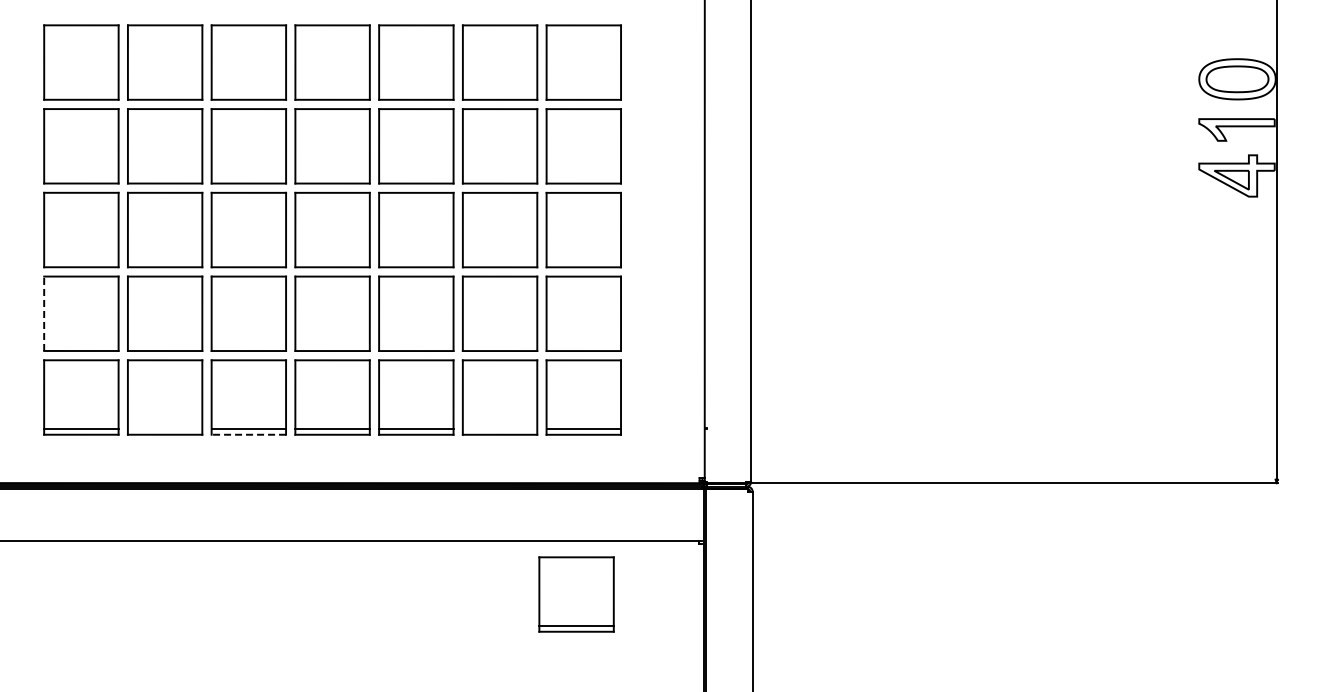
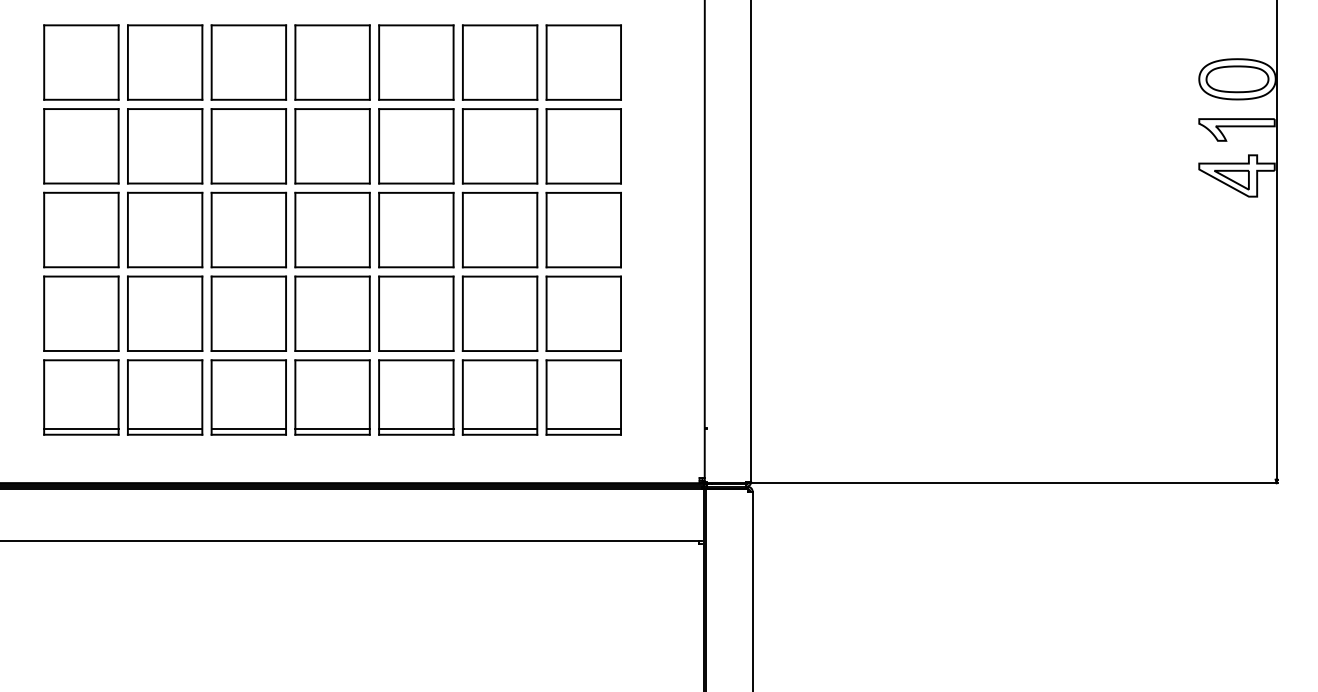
line at (44, 313): dashed -> solid
line at (164, 429): none -> present
line at (499, 429): none -> present
line at (248, 434): dashed -> solid
part at (576, 594): present -> none
